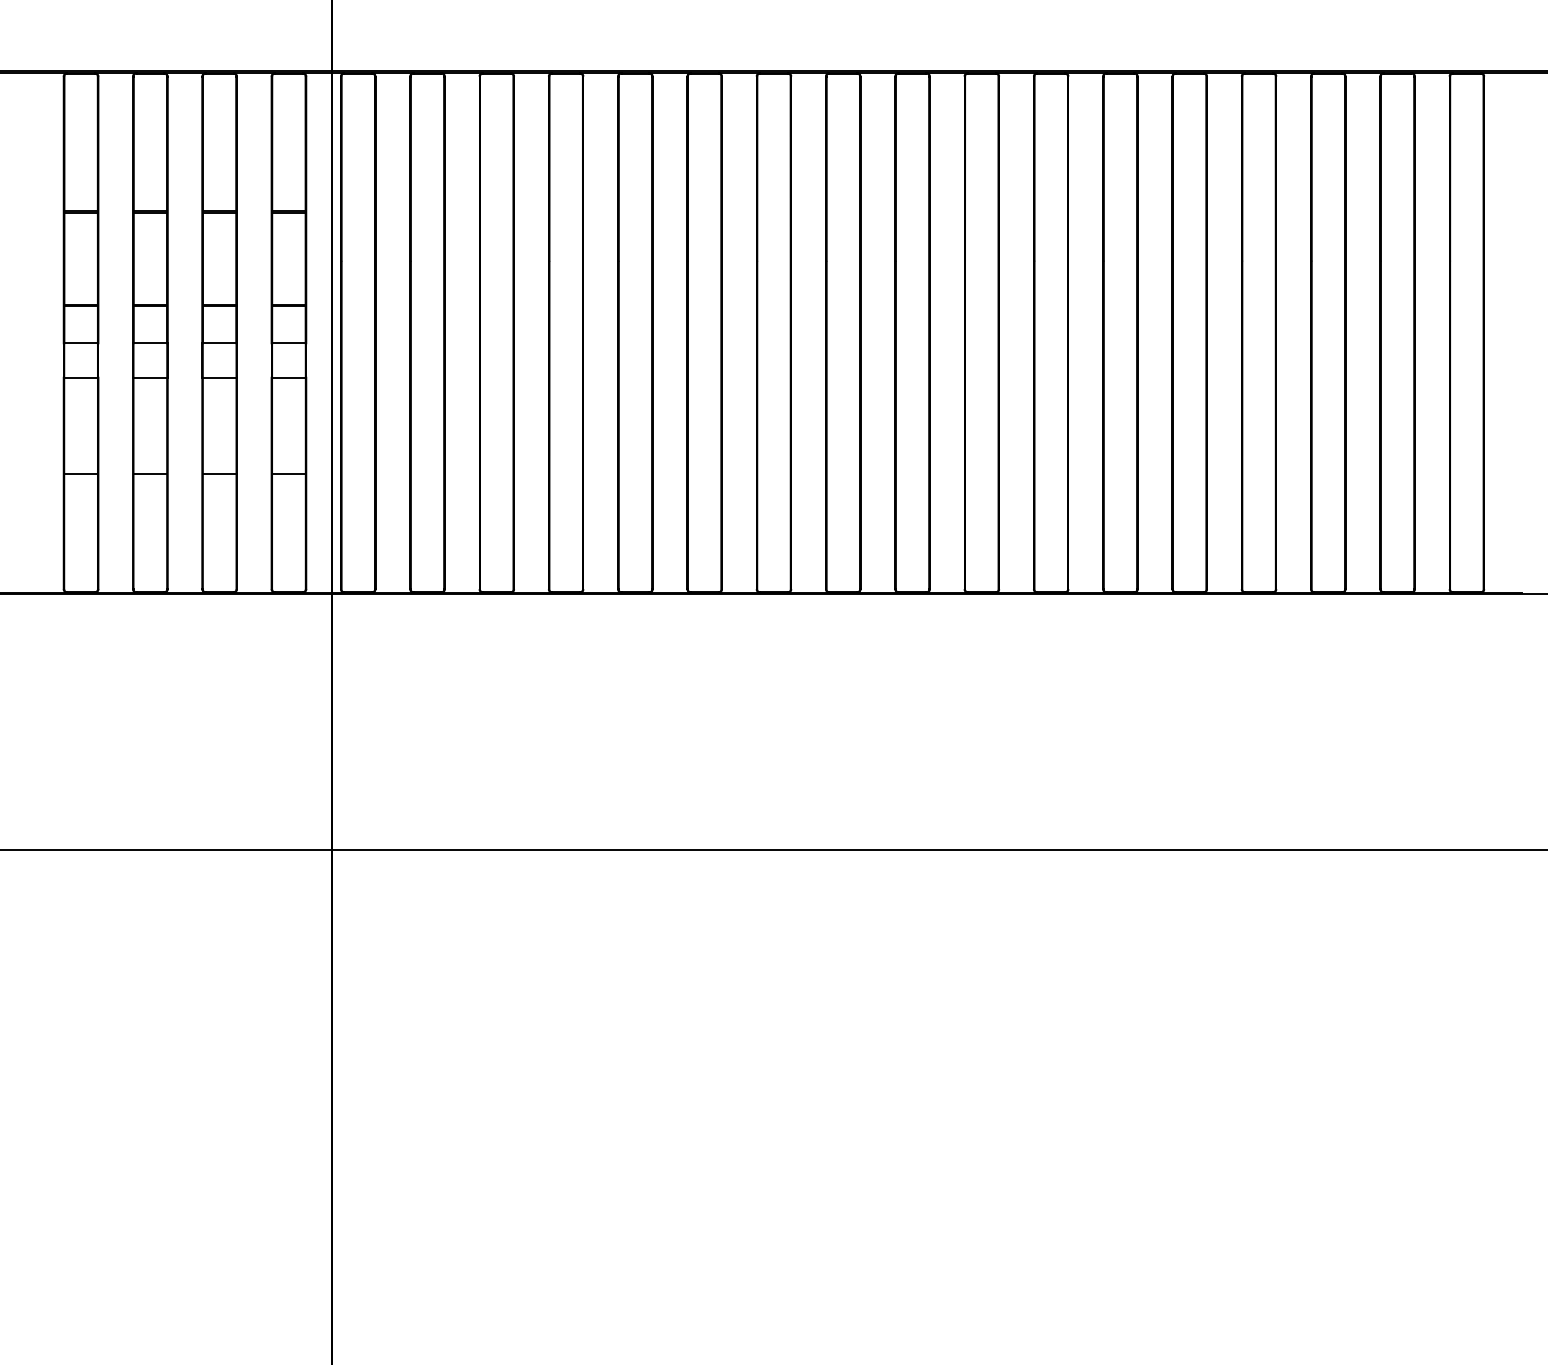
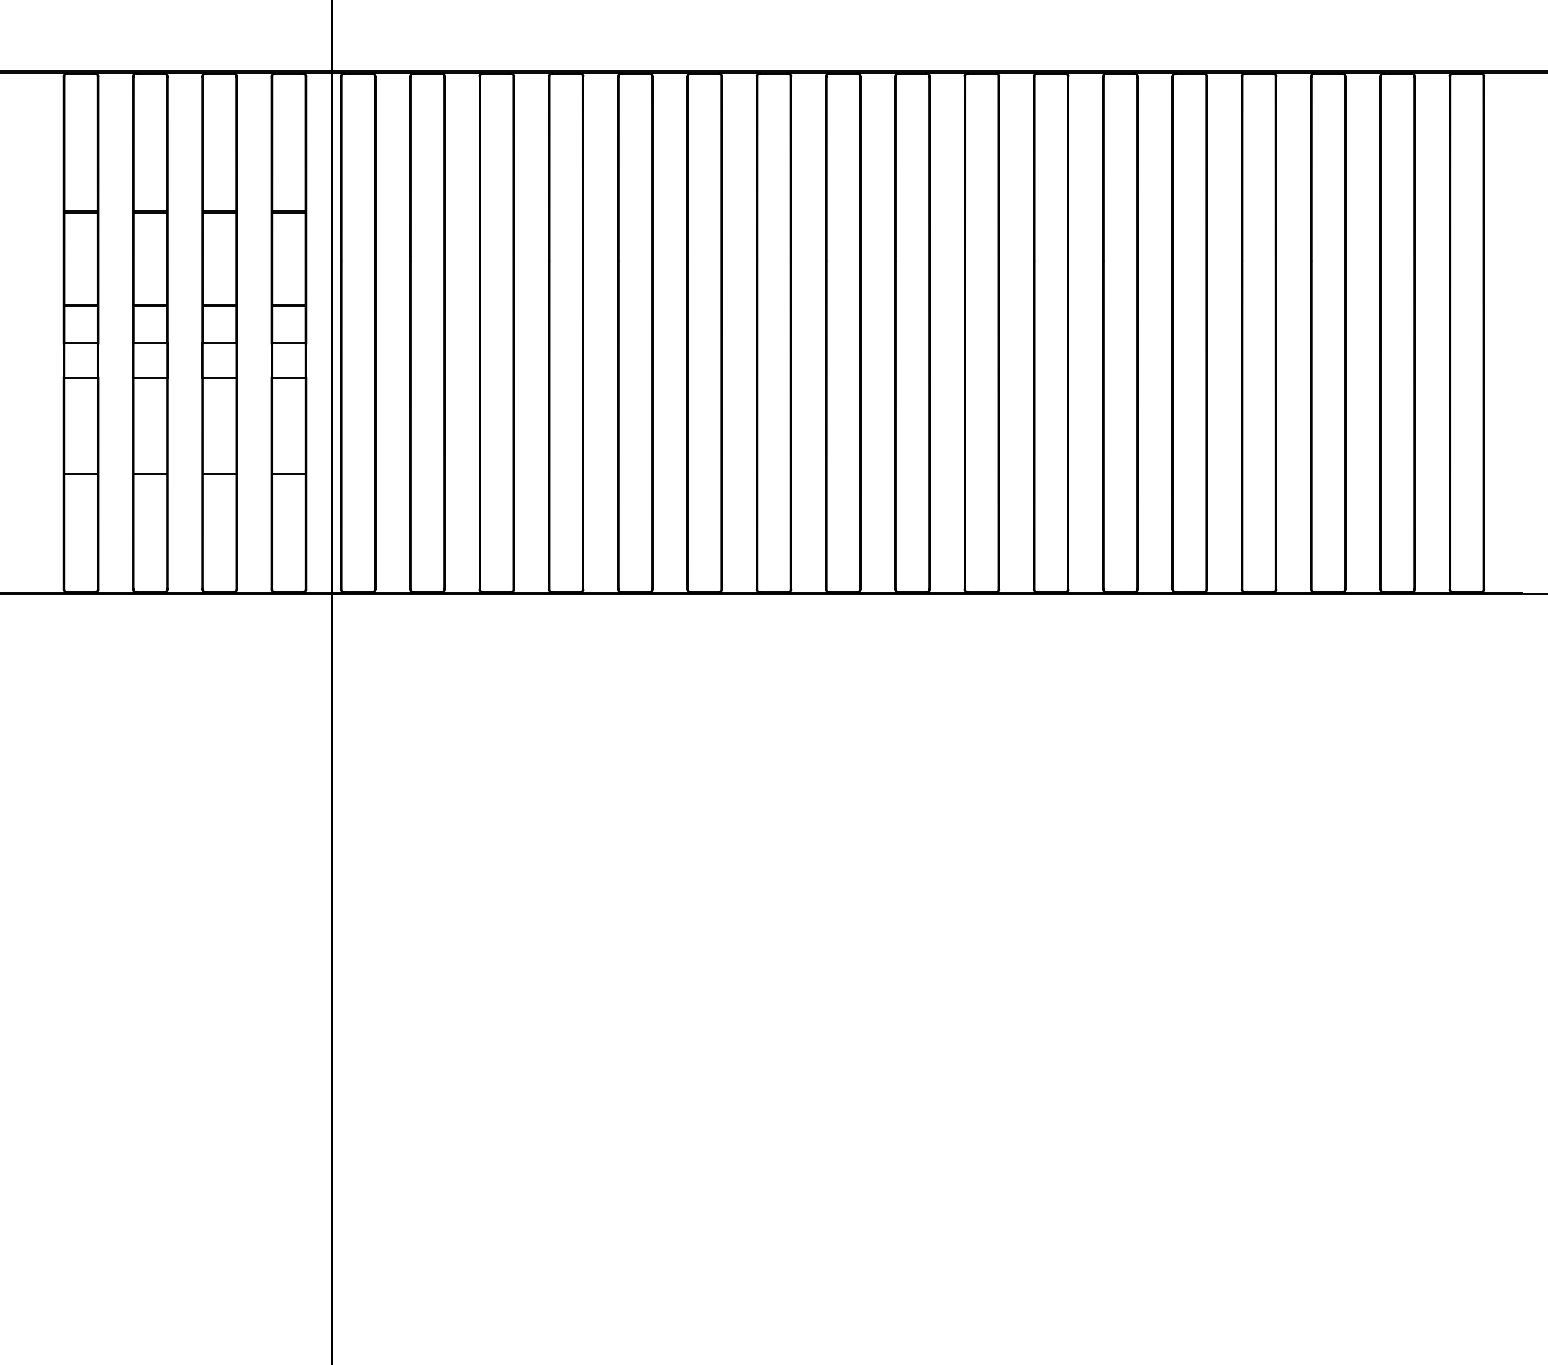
line at (773, 850): present -> none
